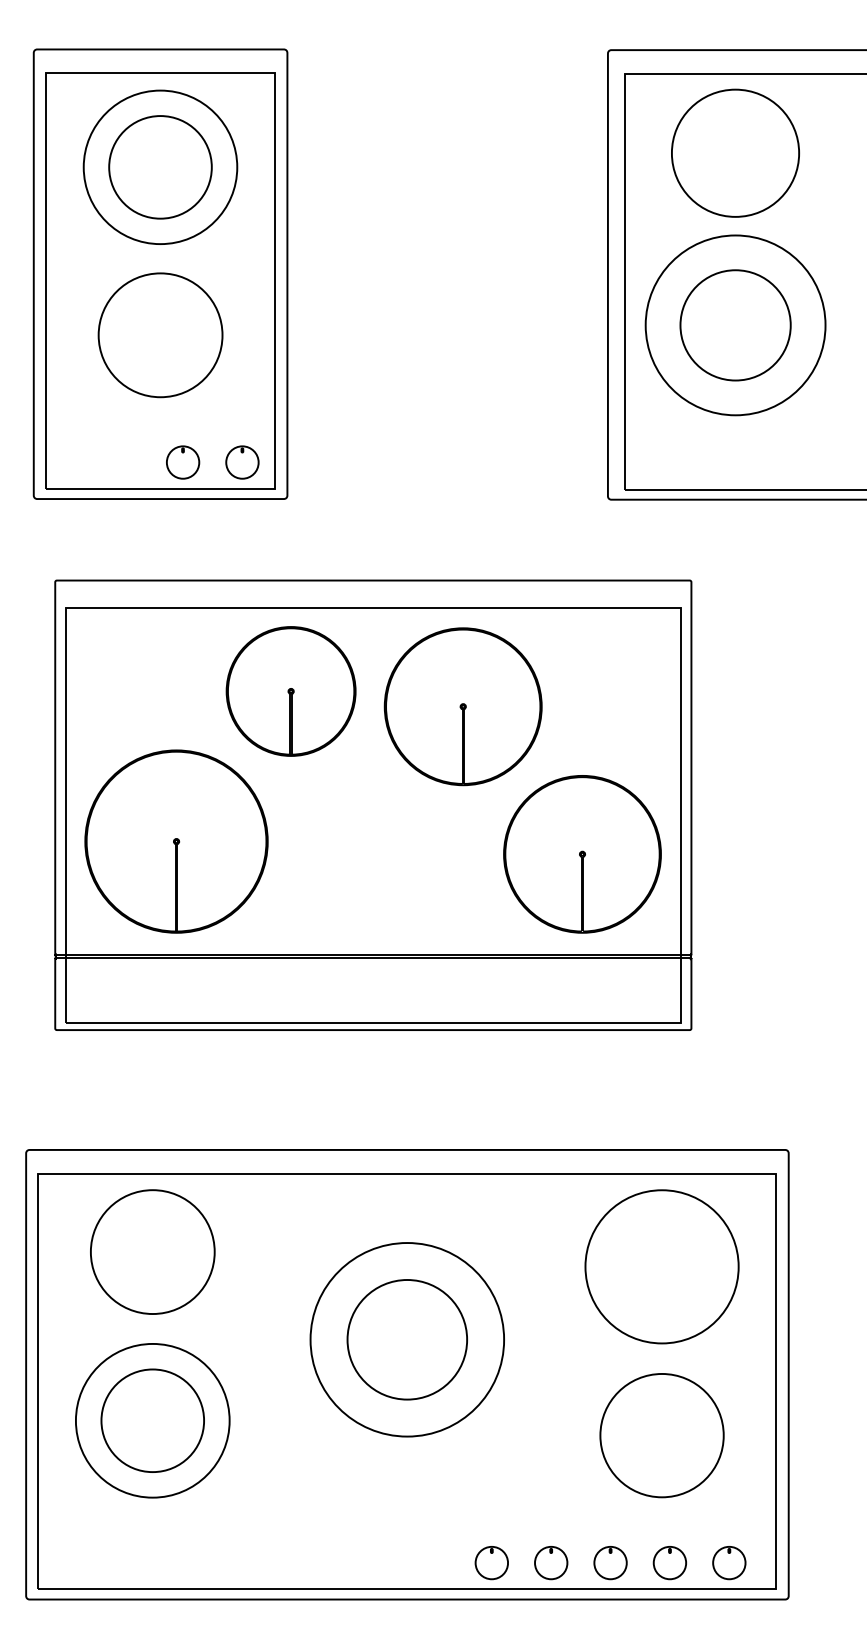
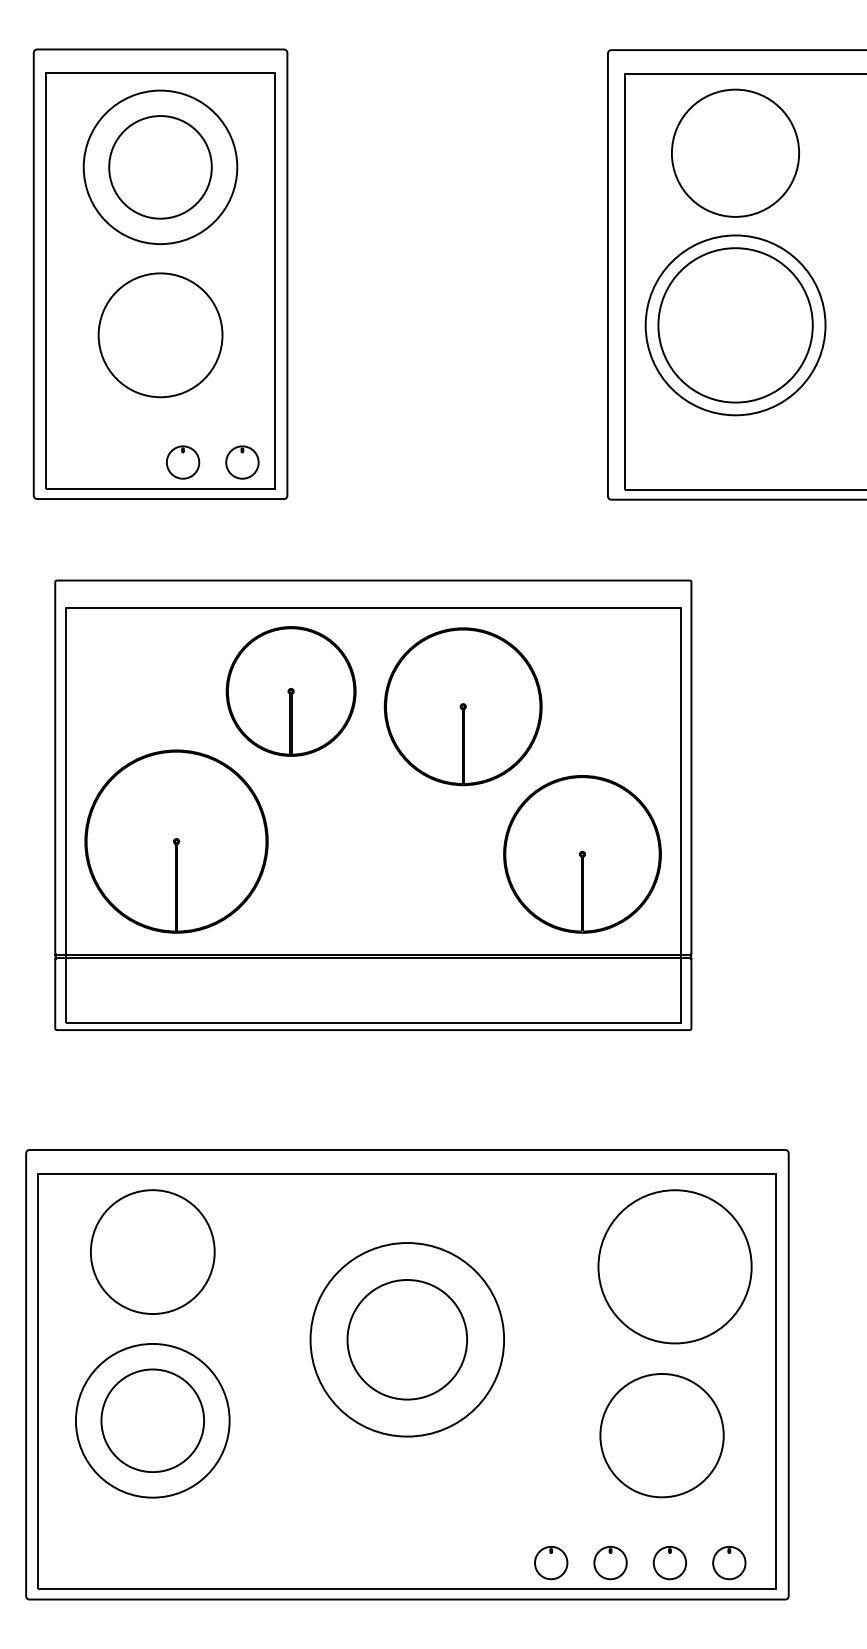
circle at (735, 325) diameter: 110 px -> 154 px
circle at (661, 1266) position: (661, 1266) -> (674, 1266)
part at (491, 1563): present -> none
